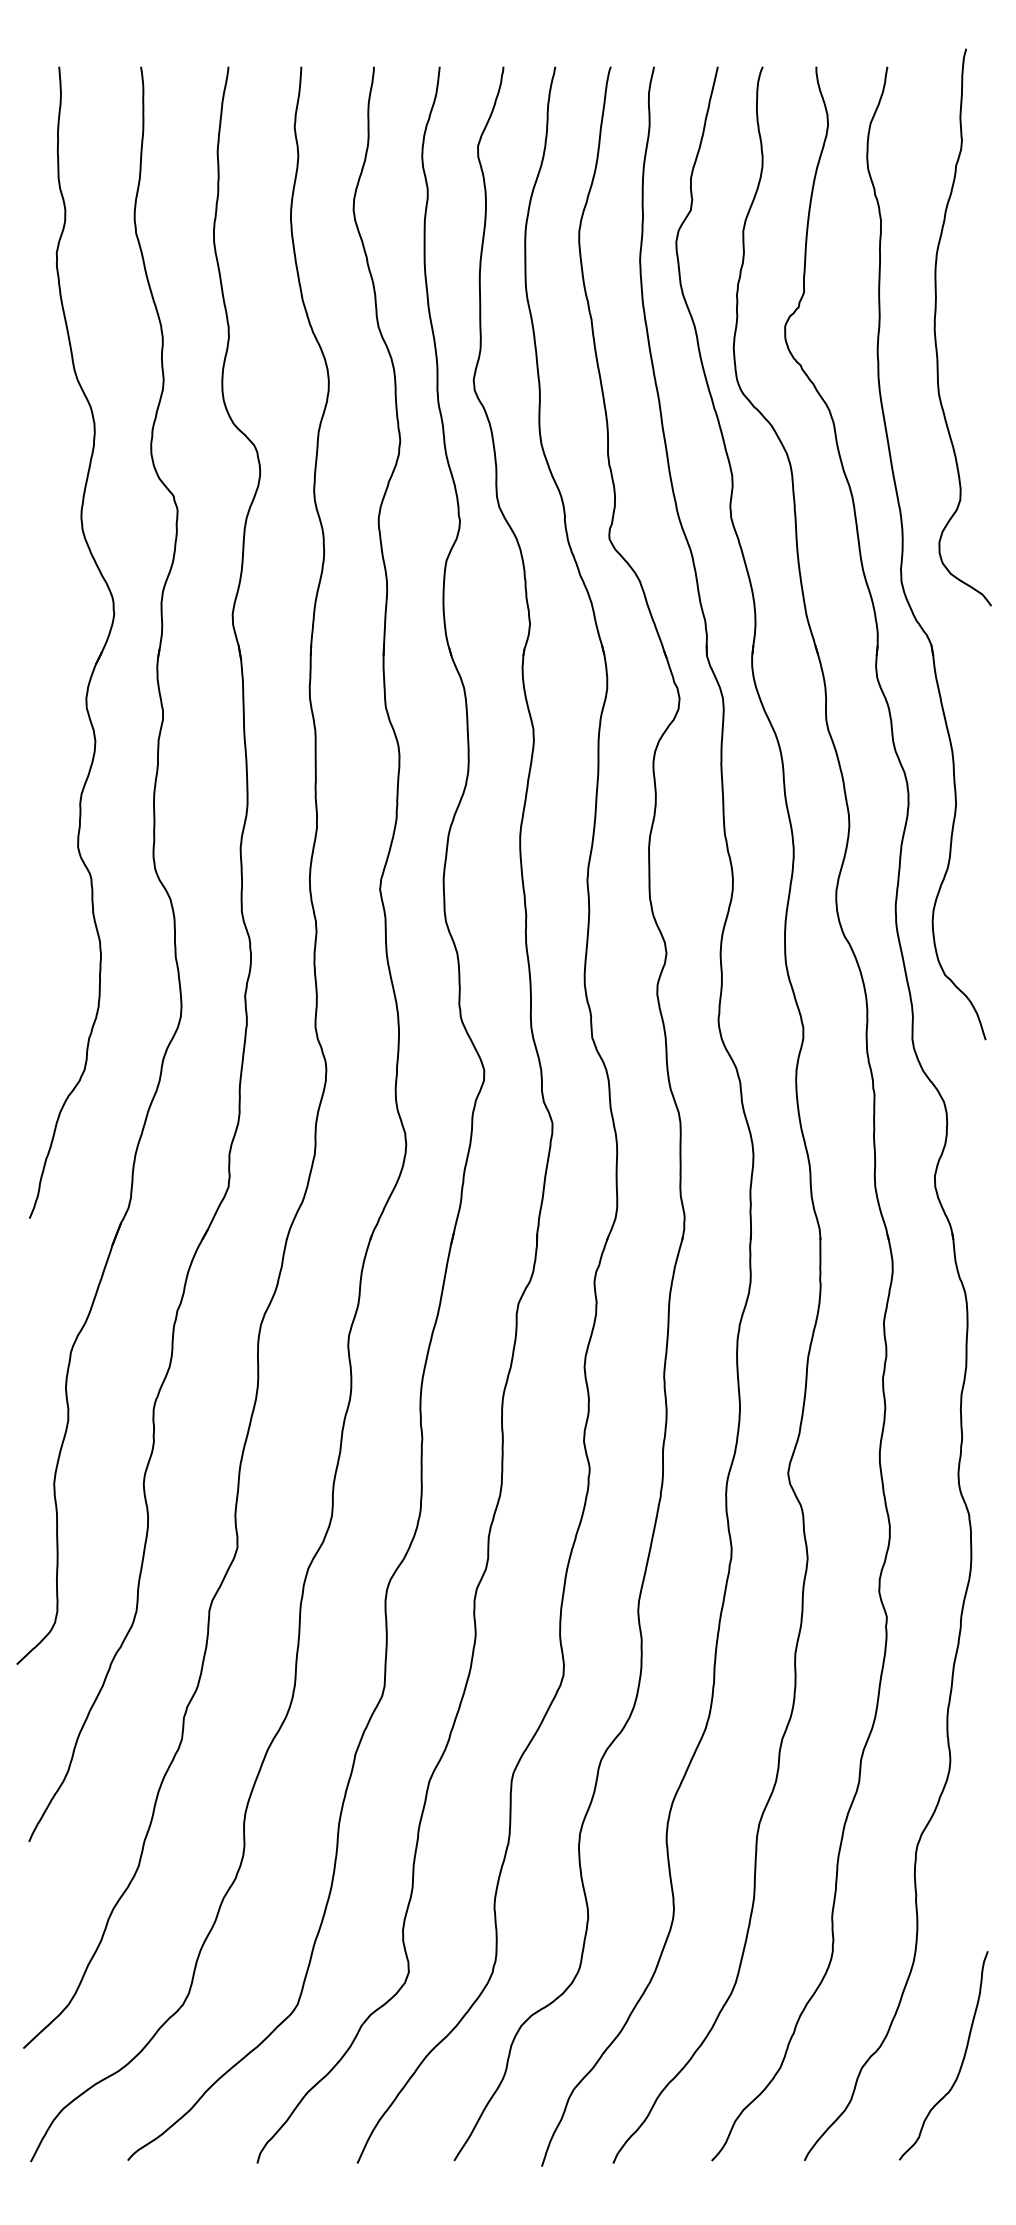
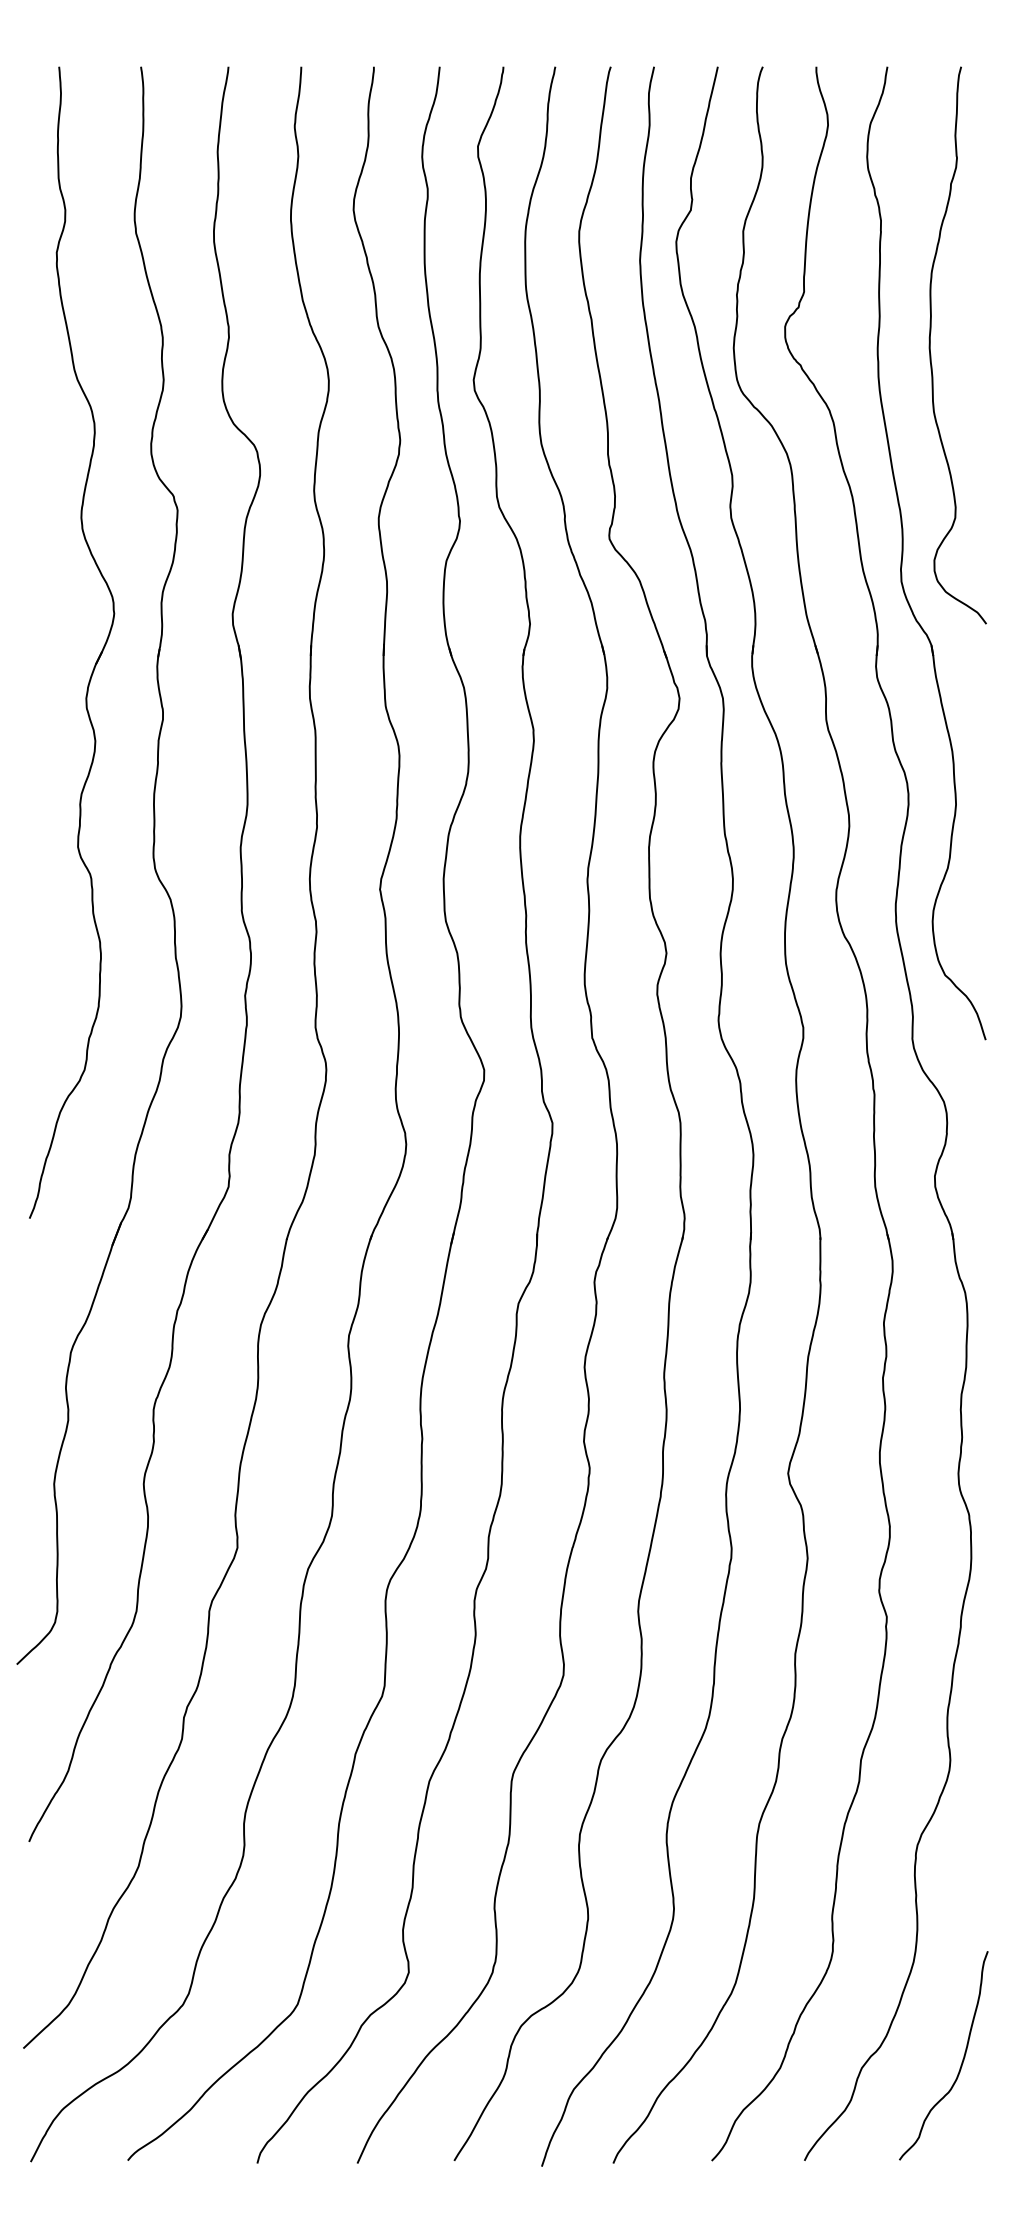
curve at (935, 327) position: (935, 327) -> (930, 345)
